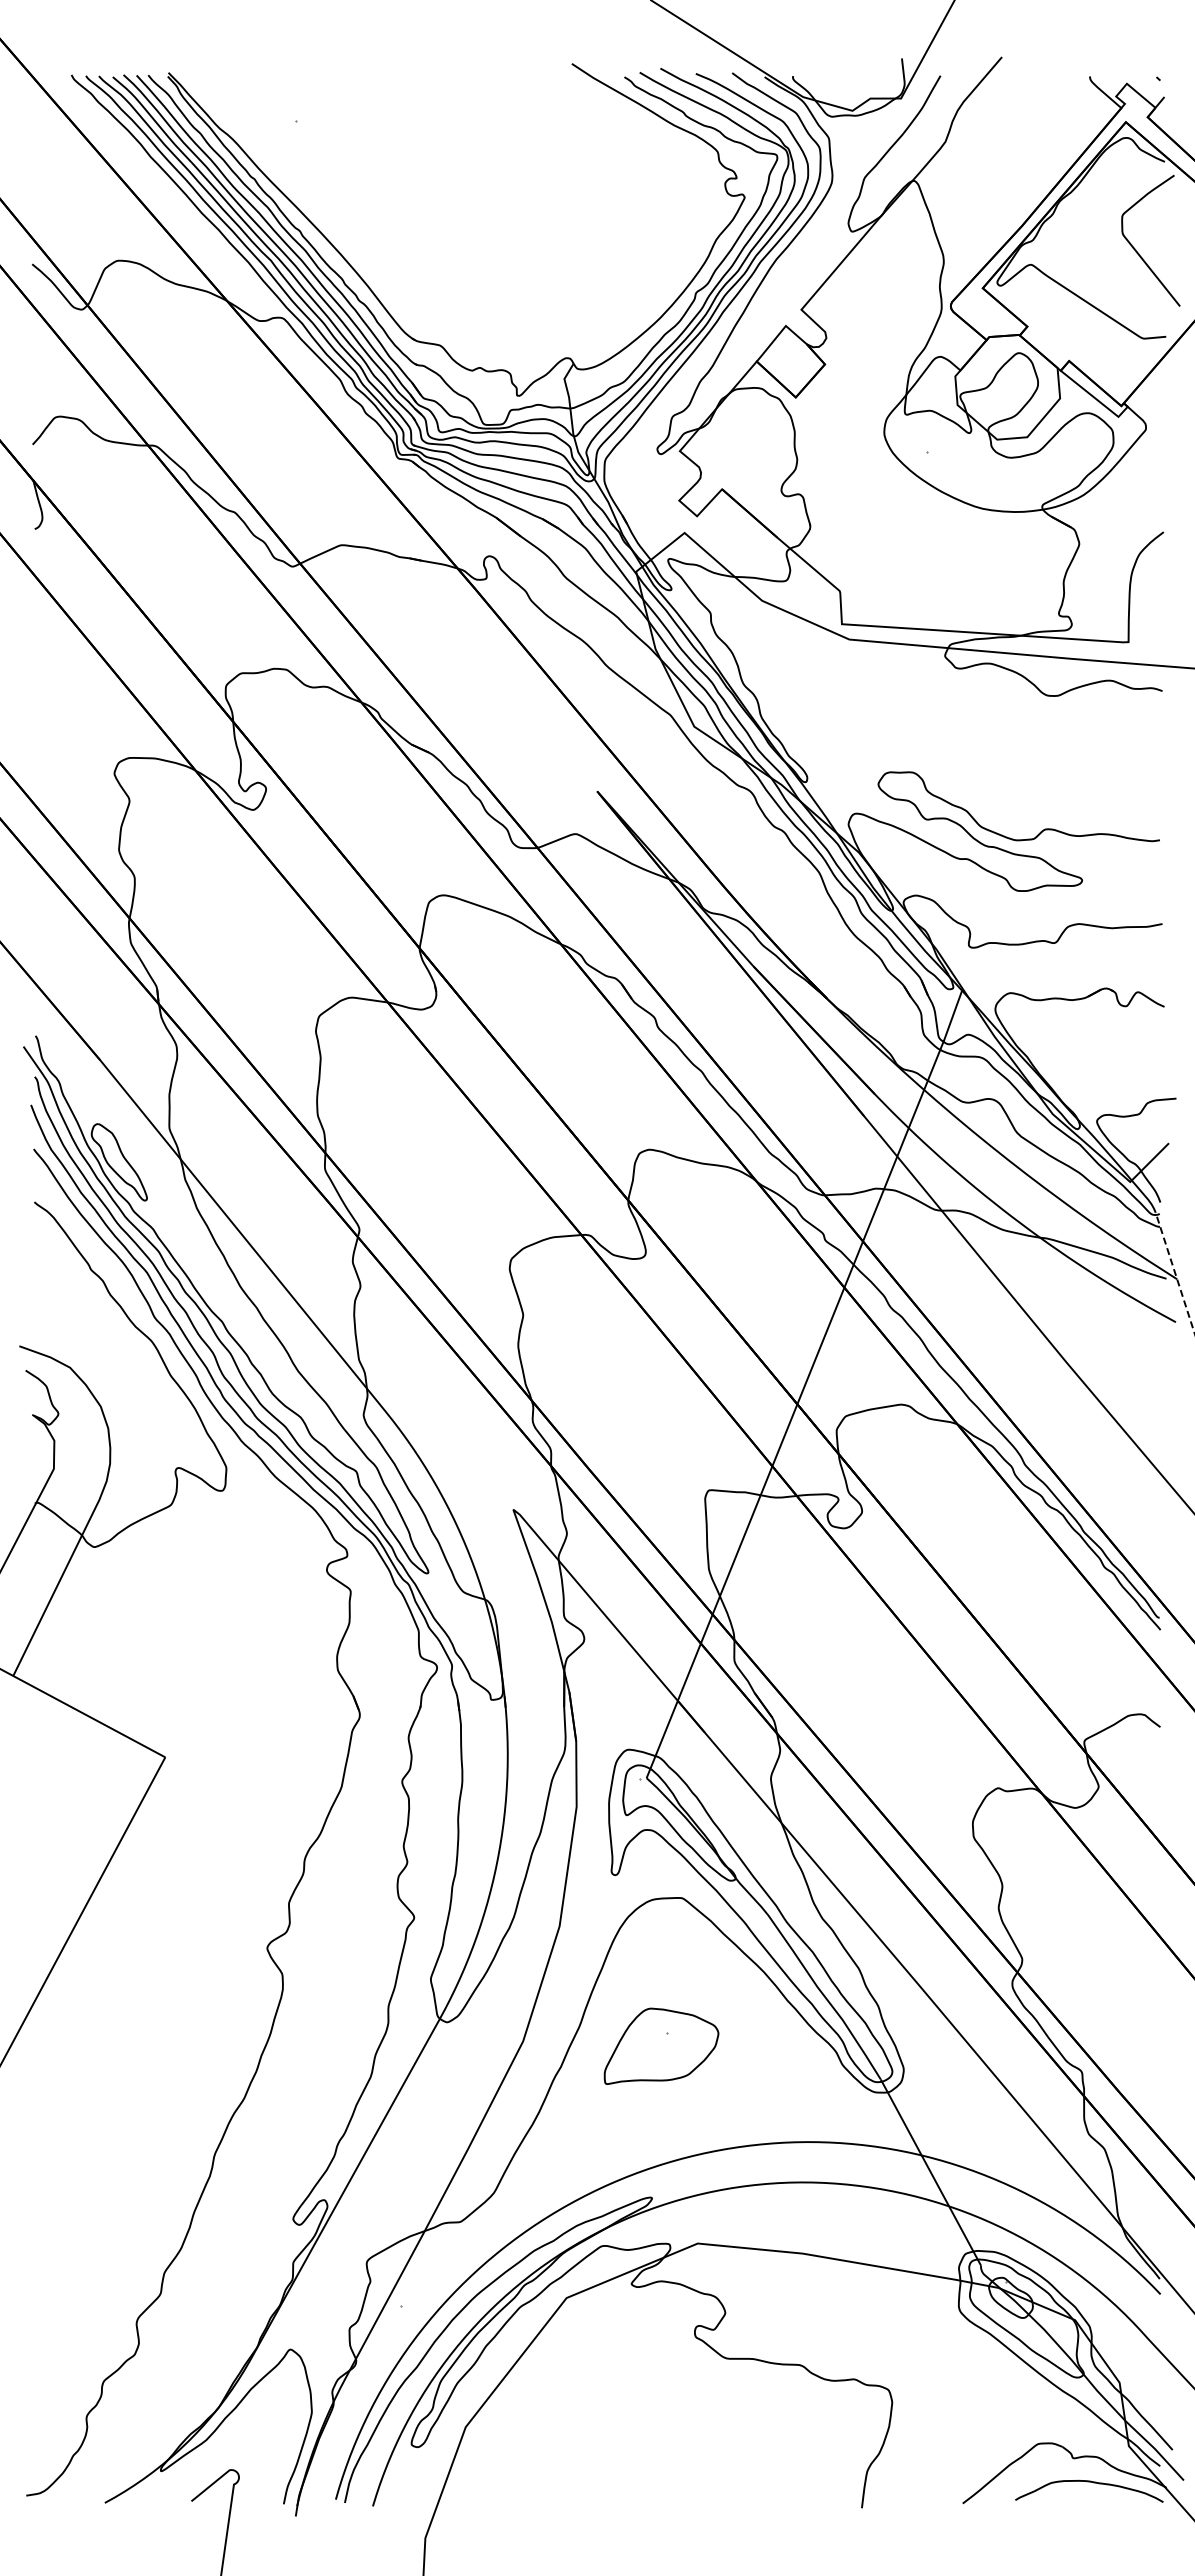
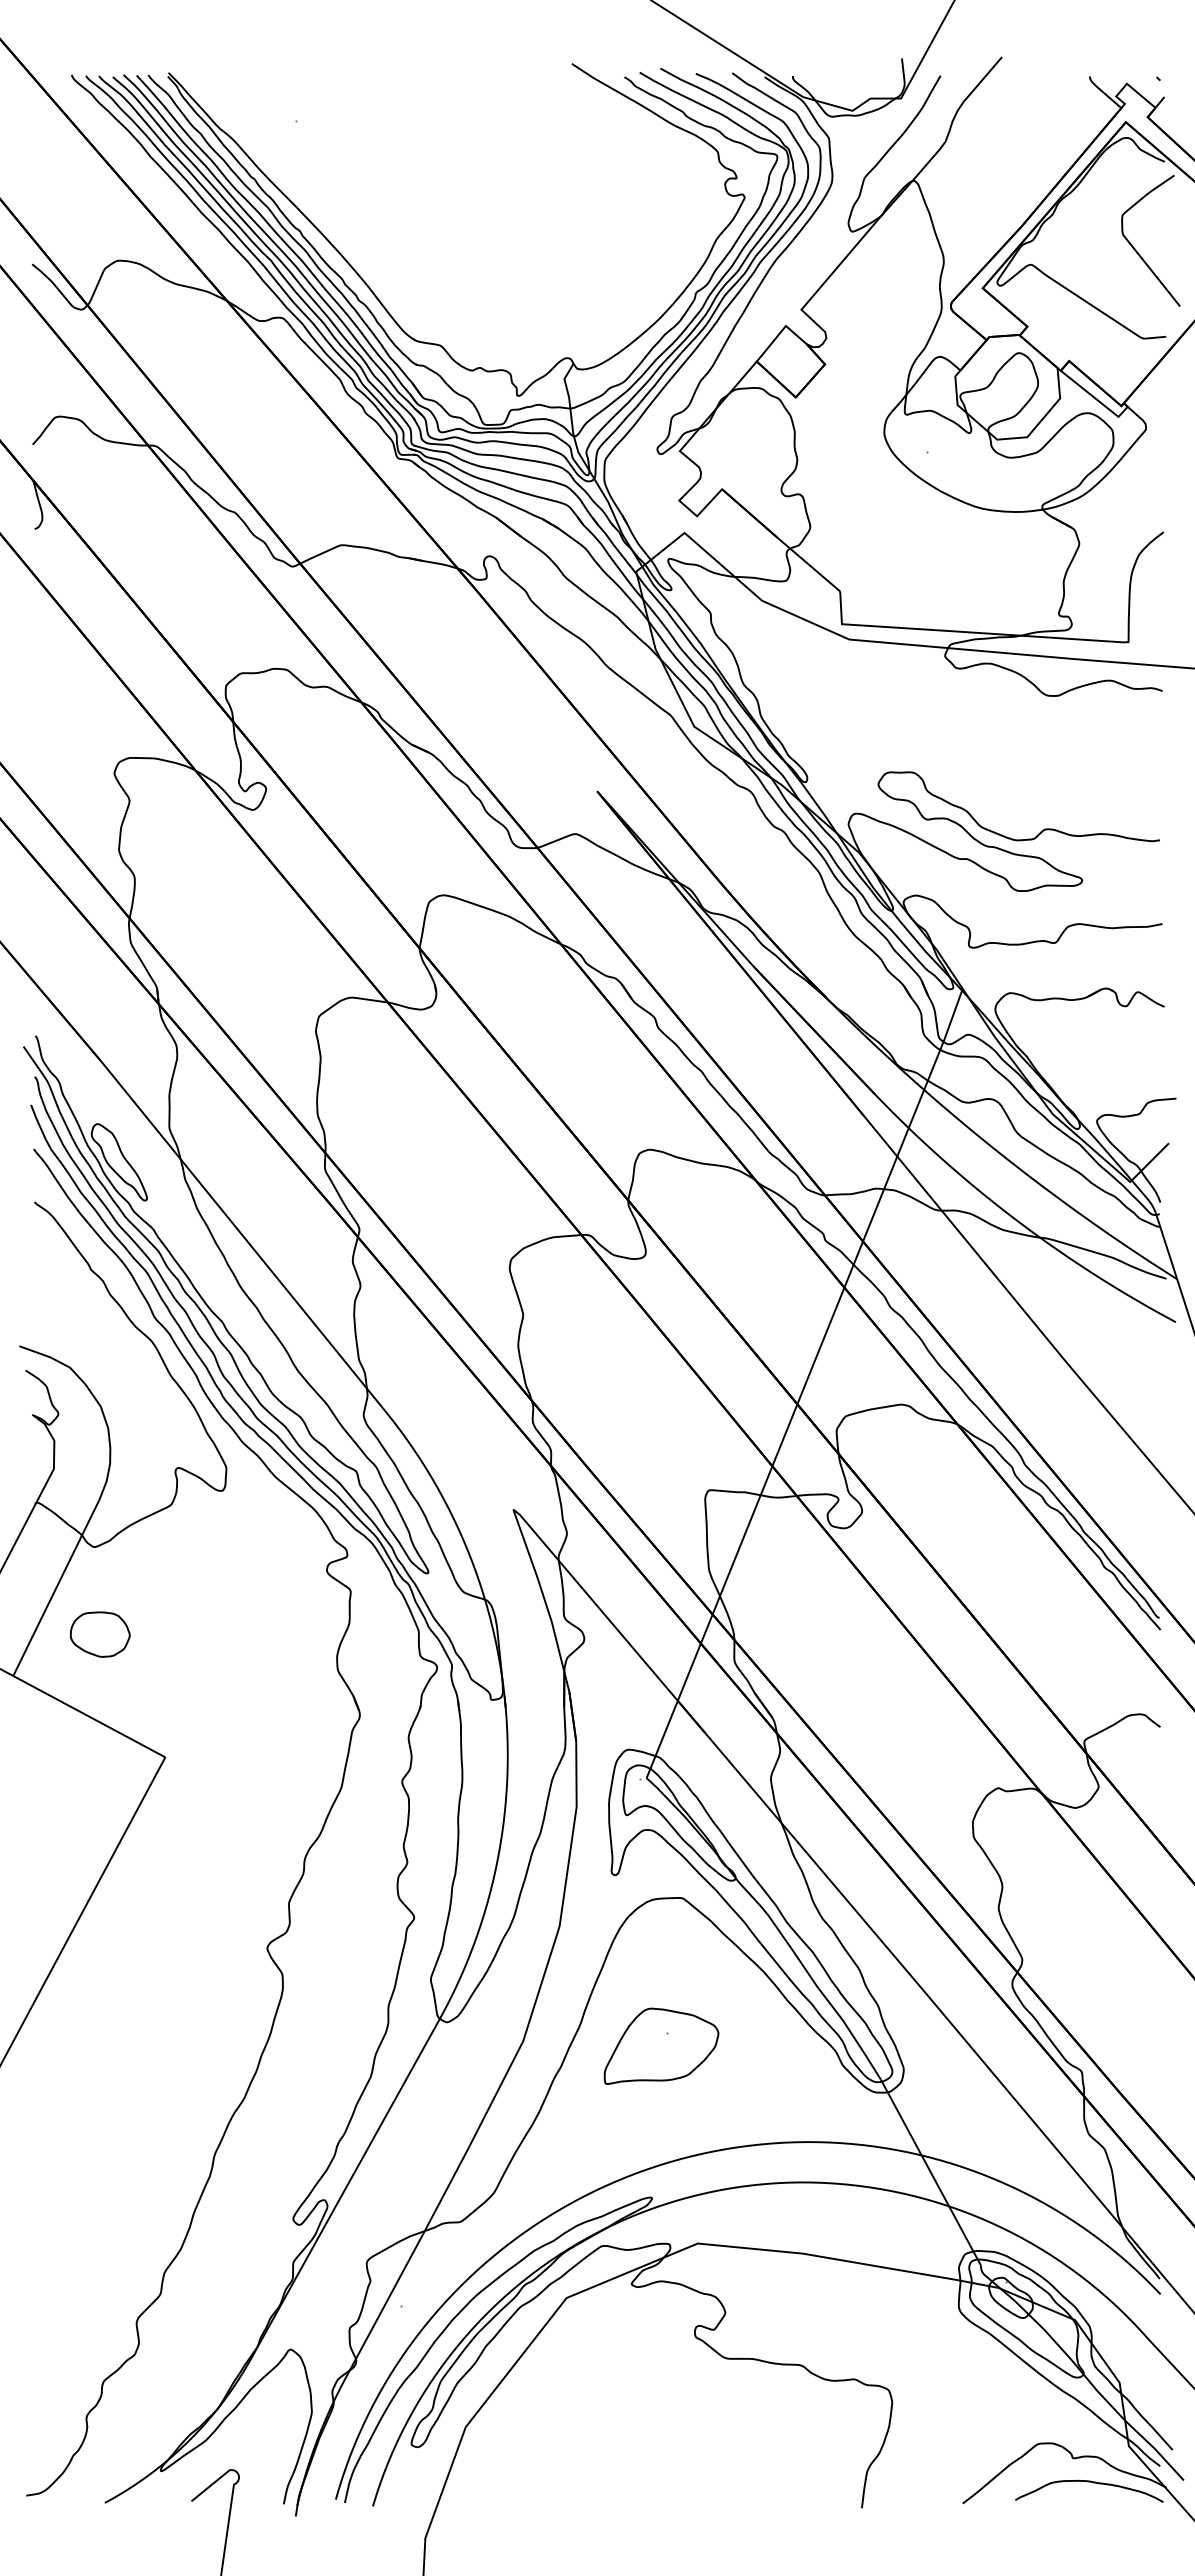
line at (1175, 1273): dashed -> solid
part at (99, 1634): none -> present
